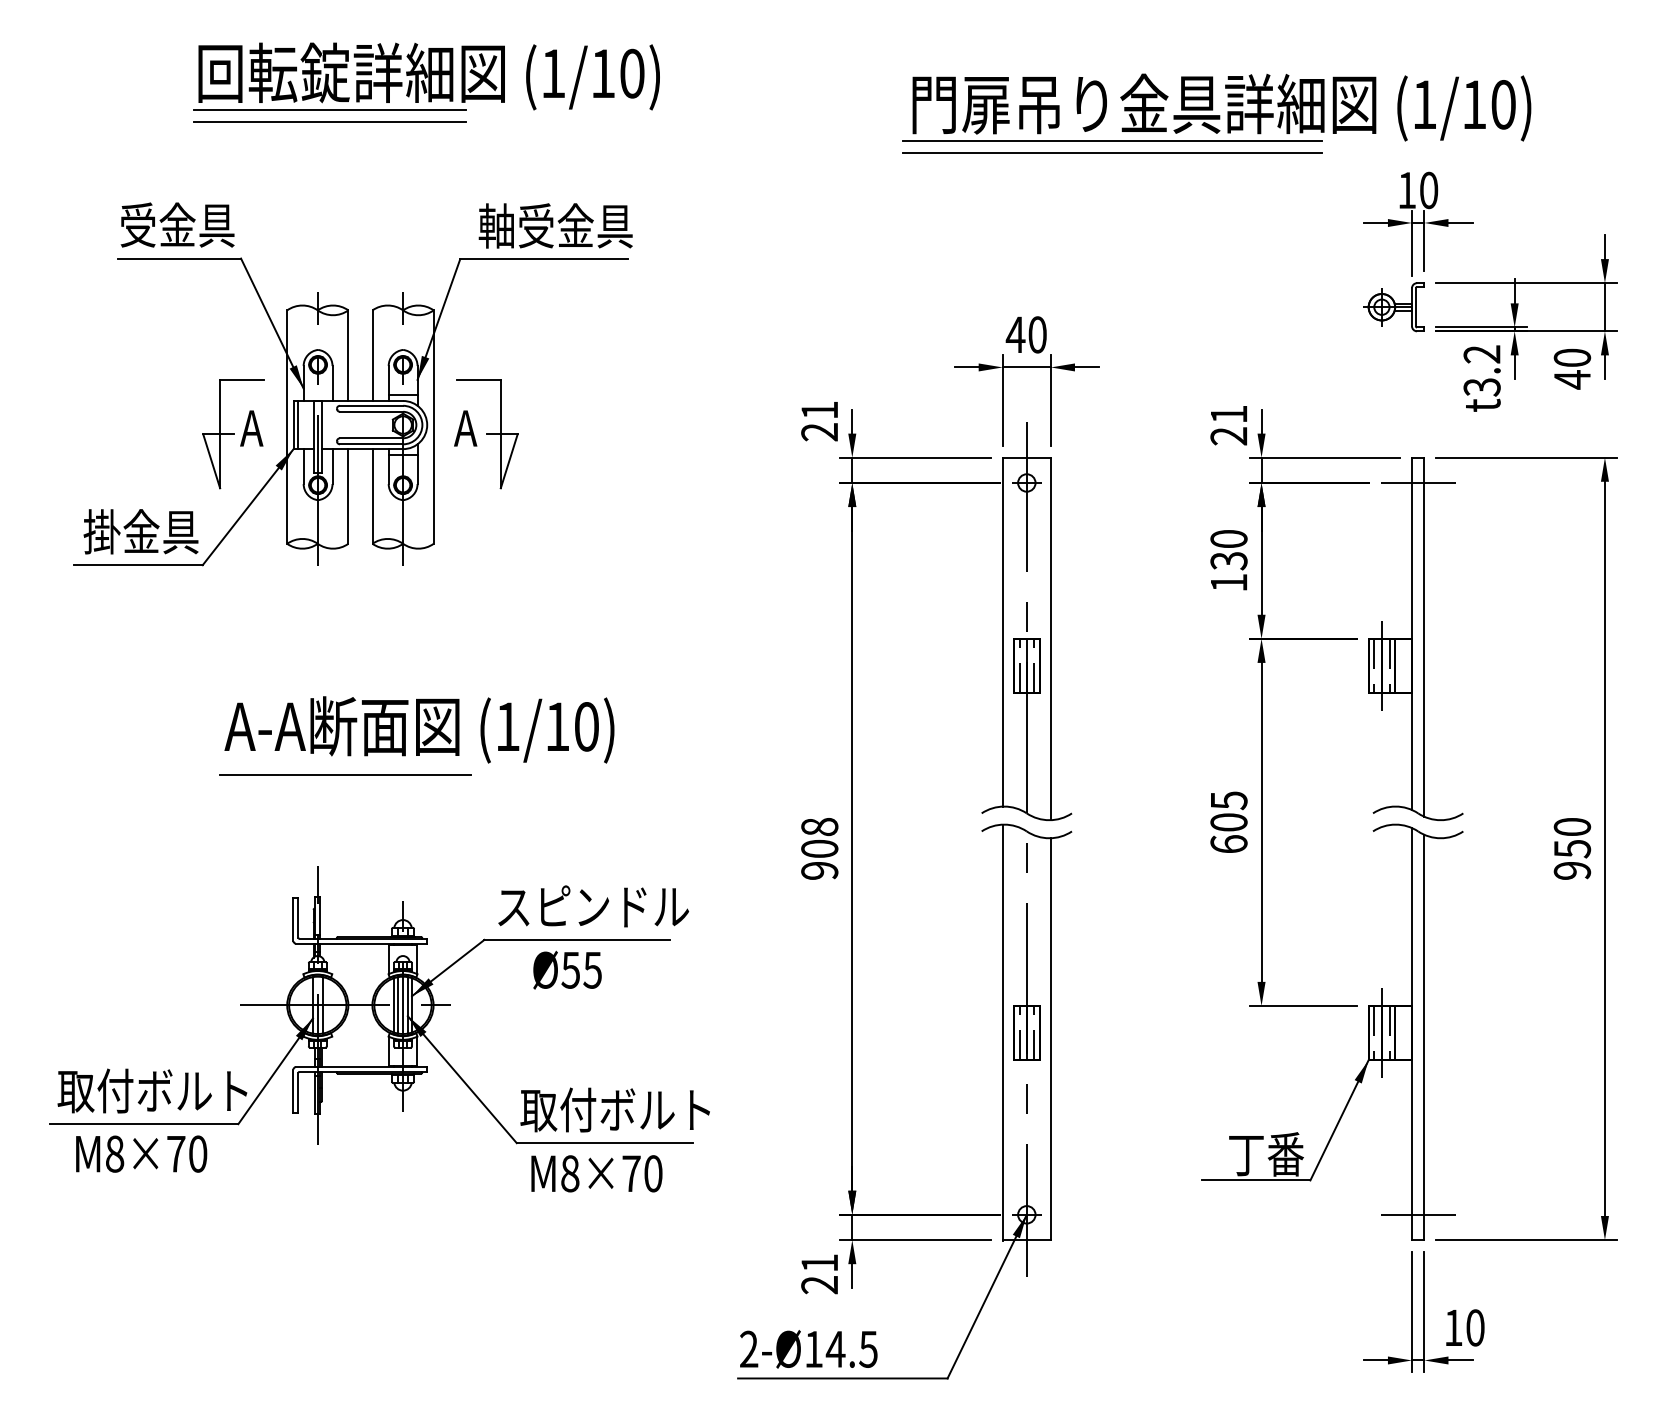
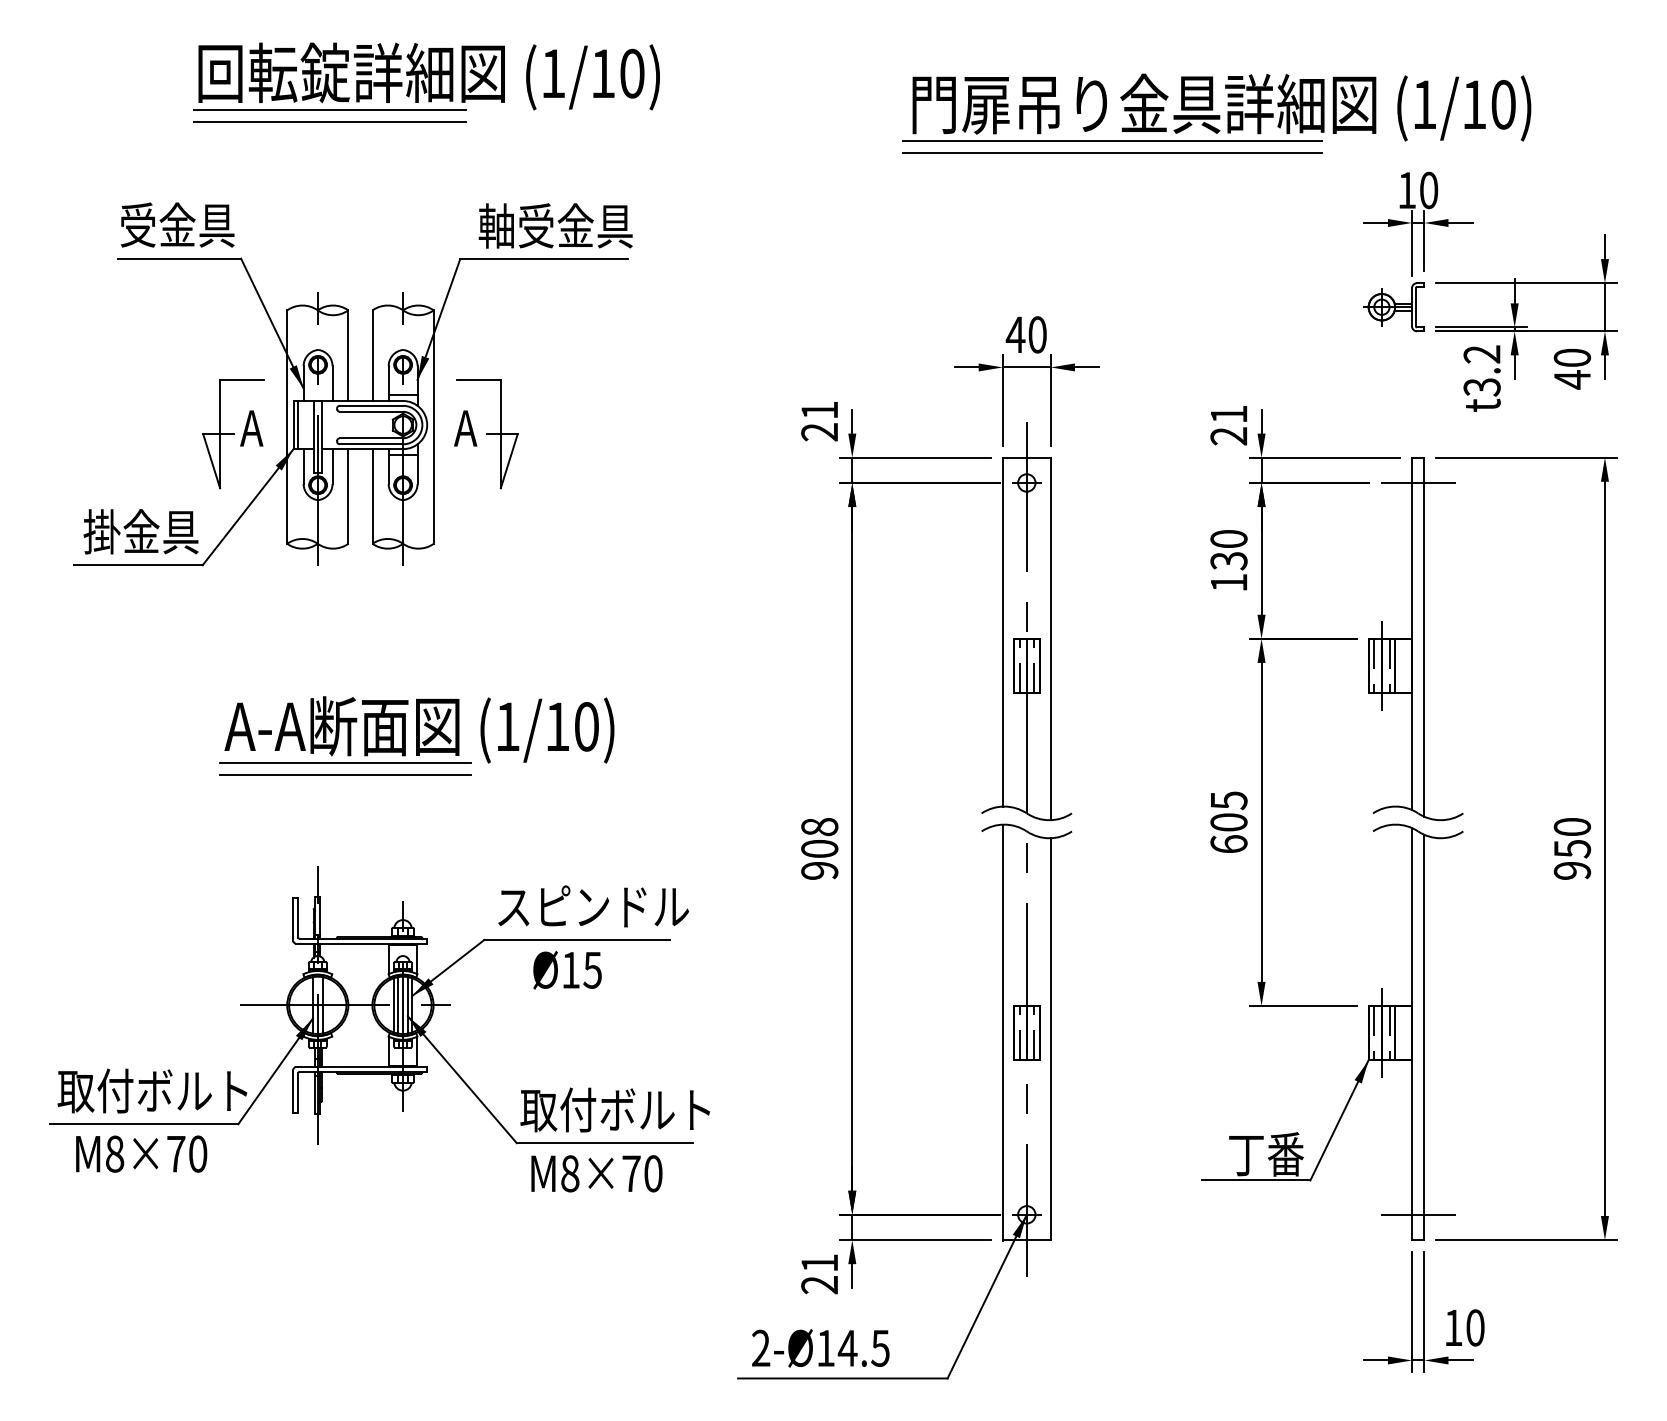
line at (345, 763): none -> present
text at (570, 970): Ø55 -> Ø15
text at (808, 1349) position: (808, 1349) -> (820, 1348)
